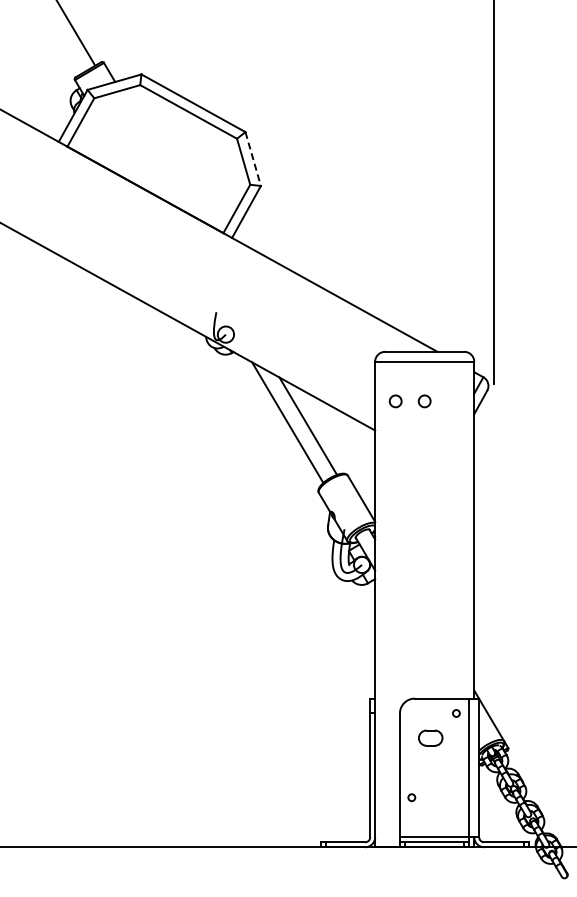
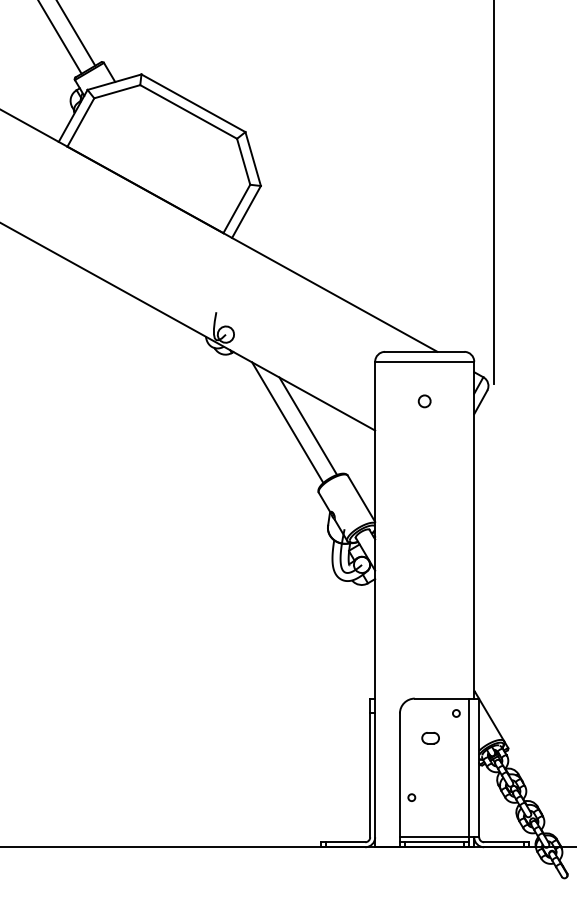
line at (60, 37): none -> present
line at (253, 159): dashed -> solid
circle at (395, 401): present -> none
part at (430, 737) size: 26x18 px -> 19x13 px
